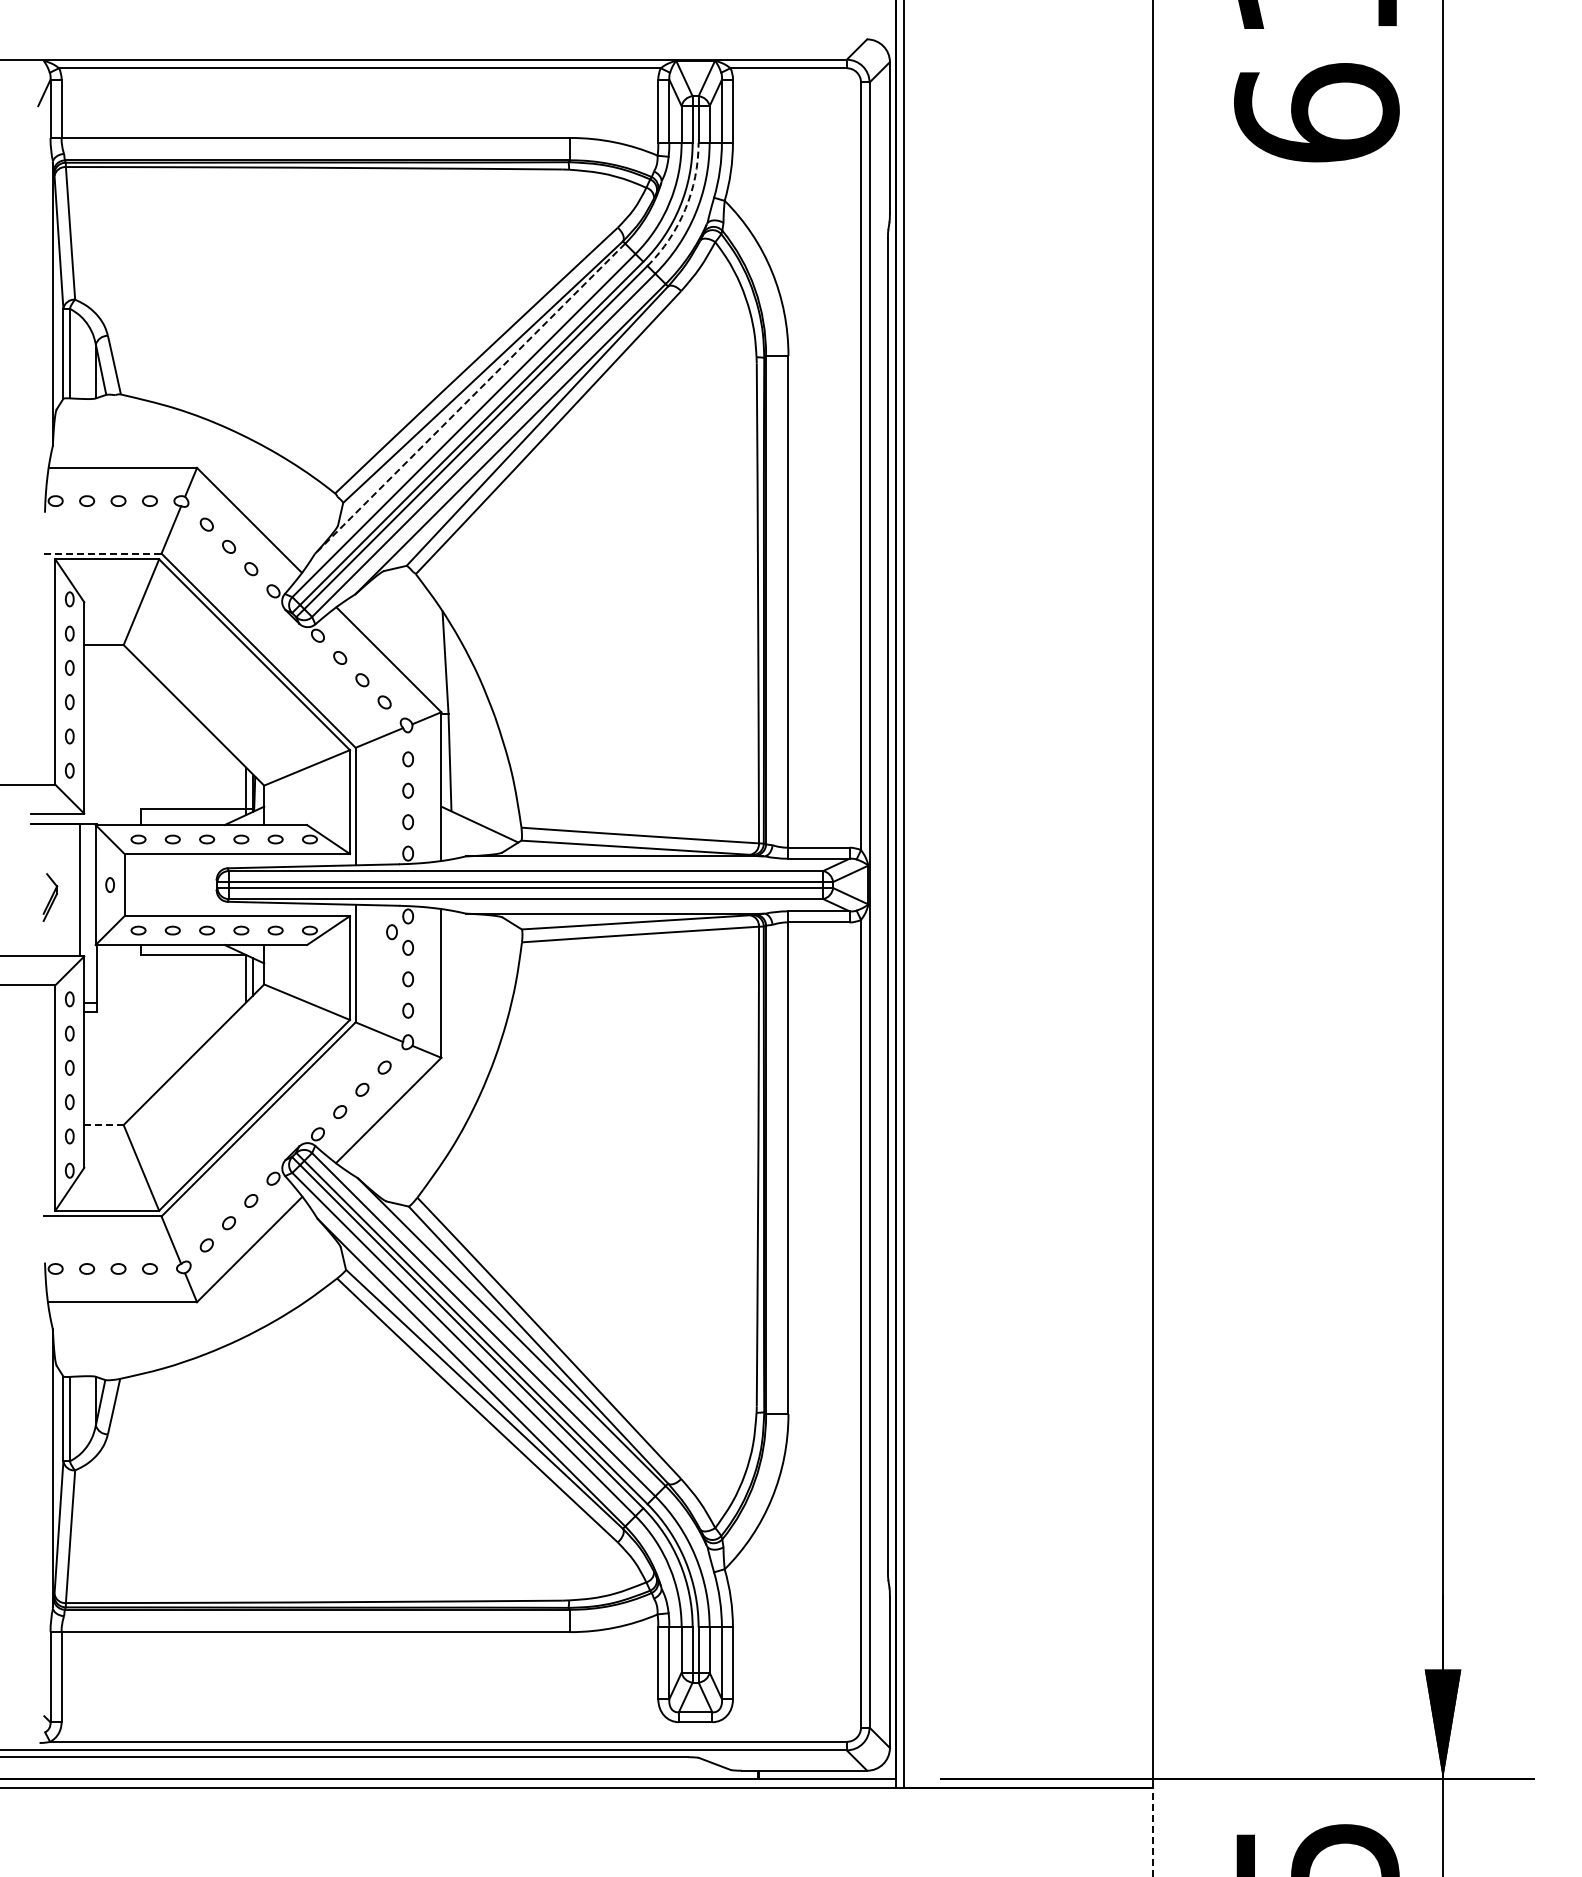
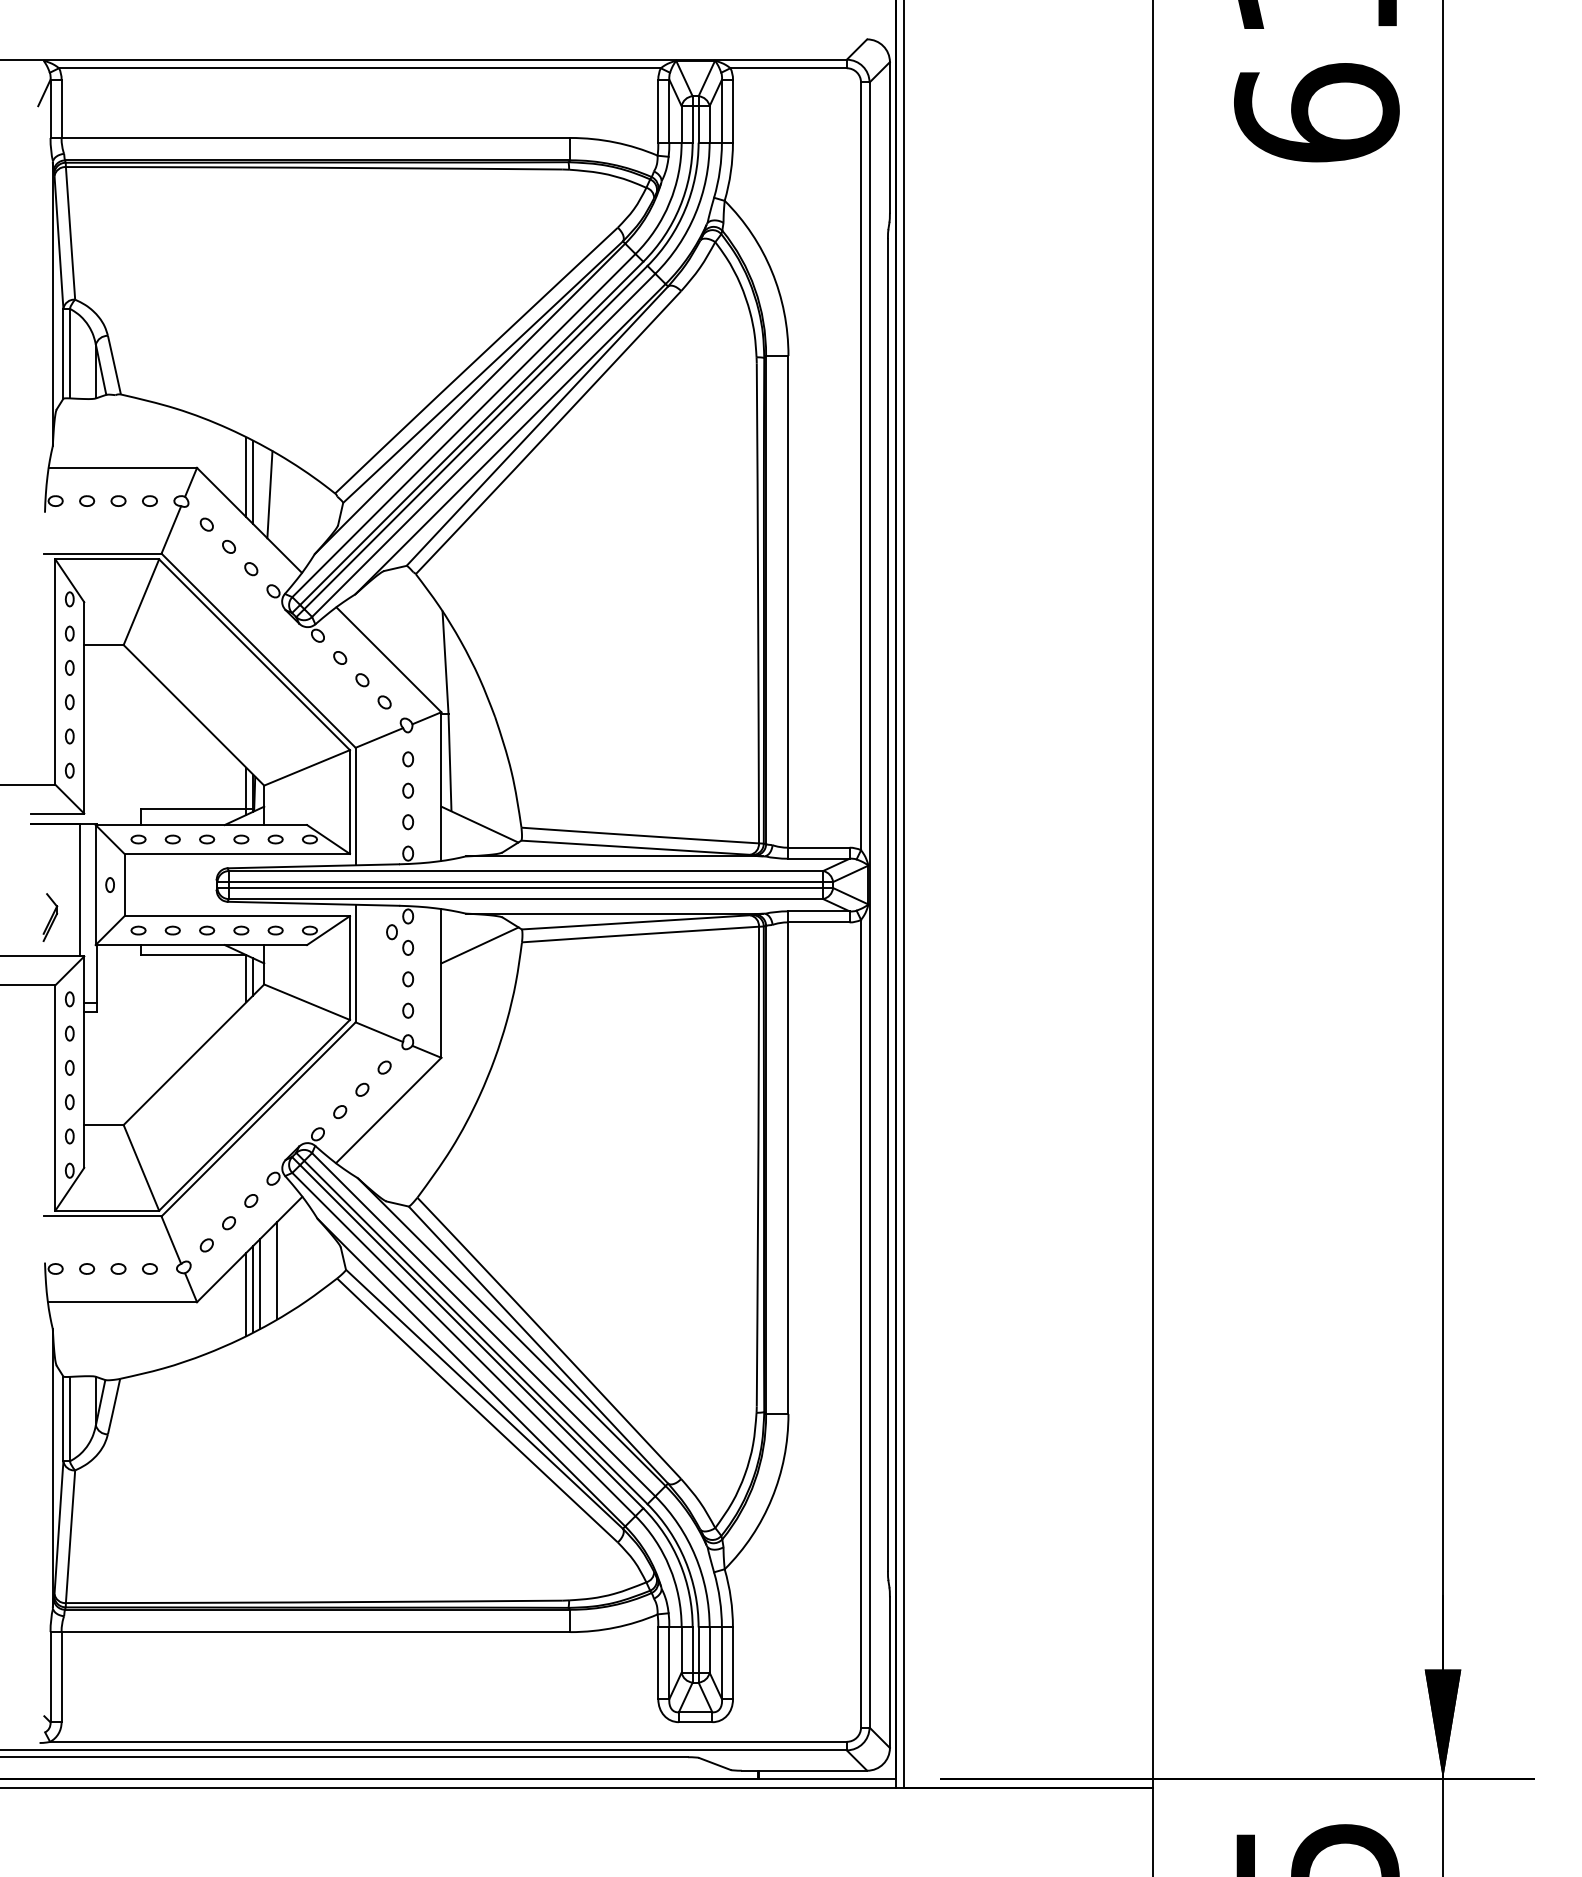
arc at (685, 209): dashed -> solid
line at (470, 398): dashed -> solid
line at (246, 477): none -> present
line at (253, 482): none -> present
line at (269, 494): none -> present
line at (102, 553): dashed -> solid
part at (50, 897) position: (50, 897) -> (50, 917)
line at (479, 945): none -> present
line at (103, 1125): dashed -> solid
line at (277, 1270): none -> present
line at (260, 1283): none -> present
line at (253, 1289): none -> present
line at (246, 1294): none -> present
line at (1152, 1831): dashed -> solid
